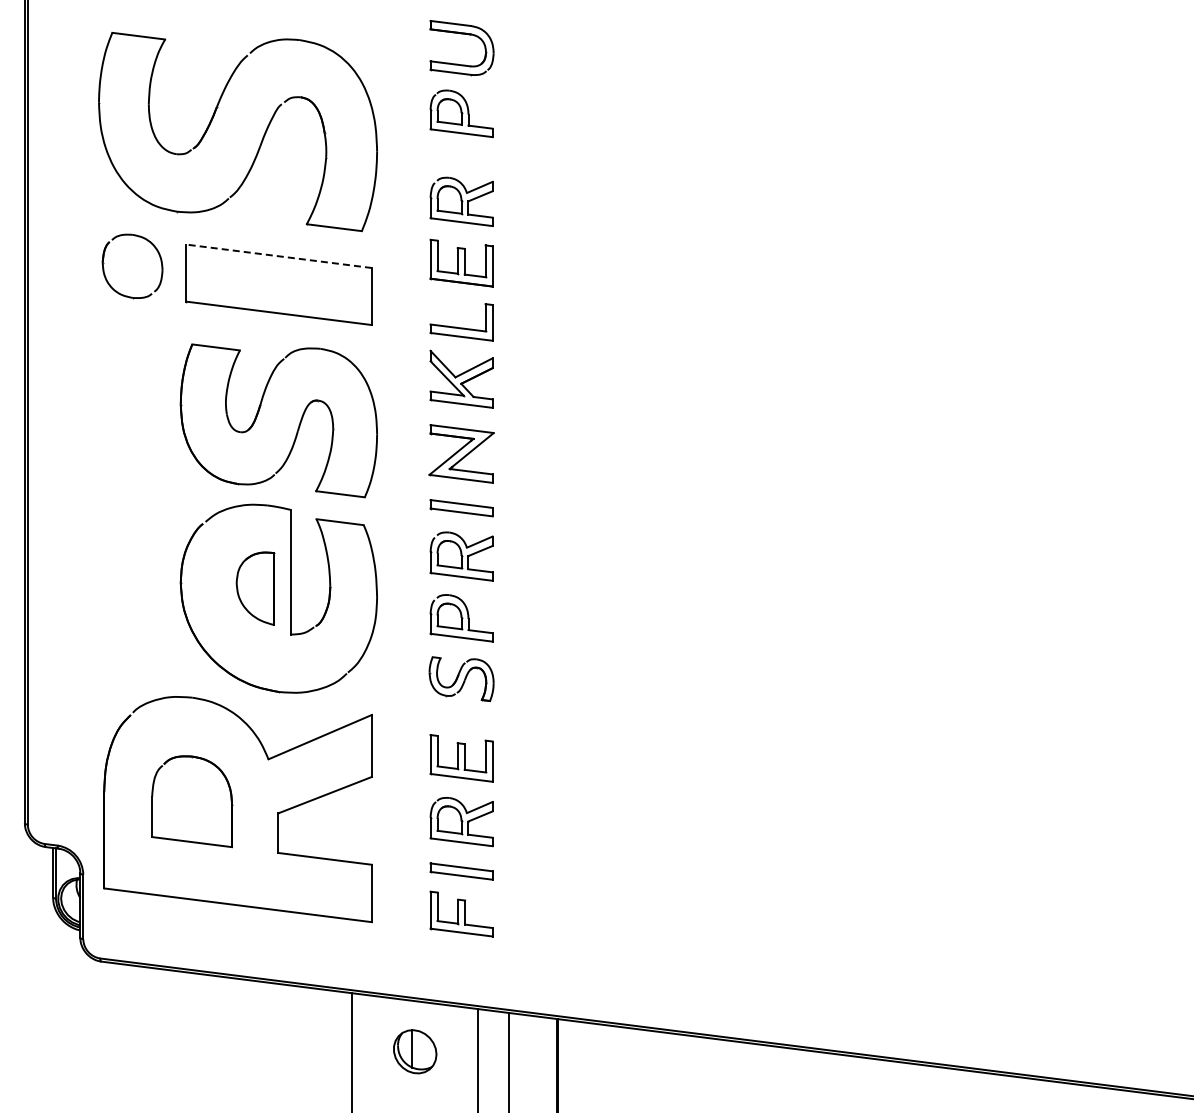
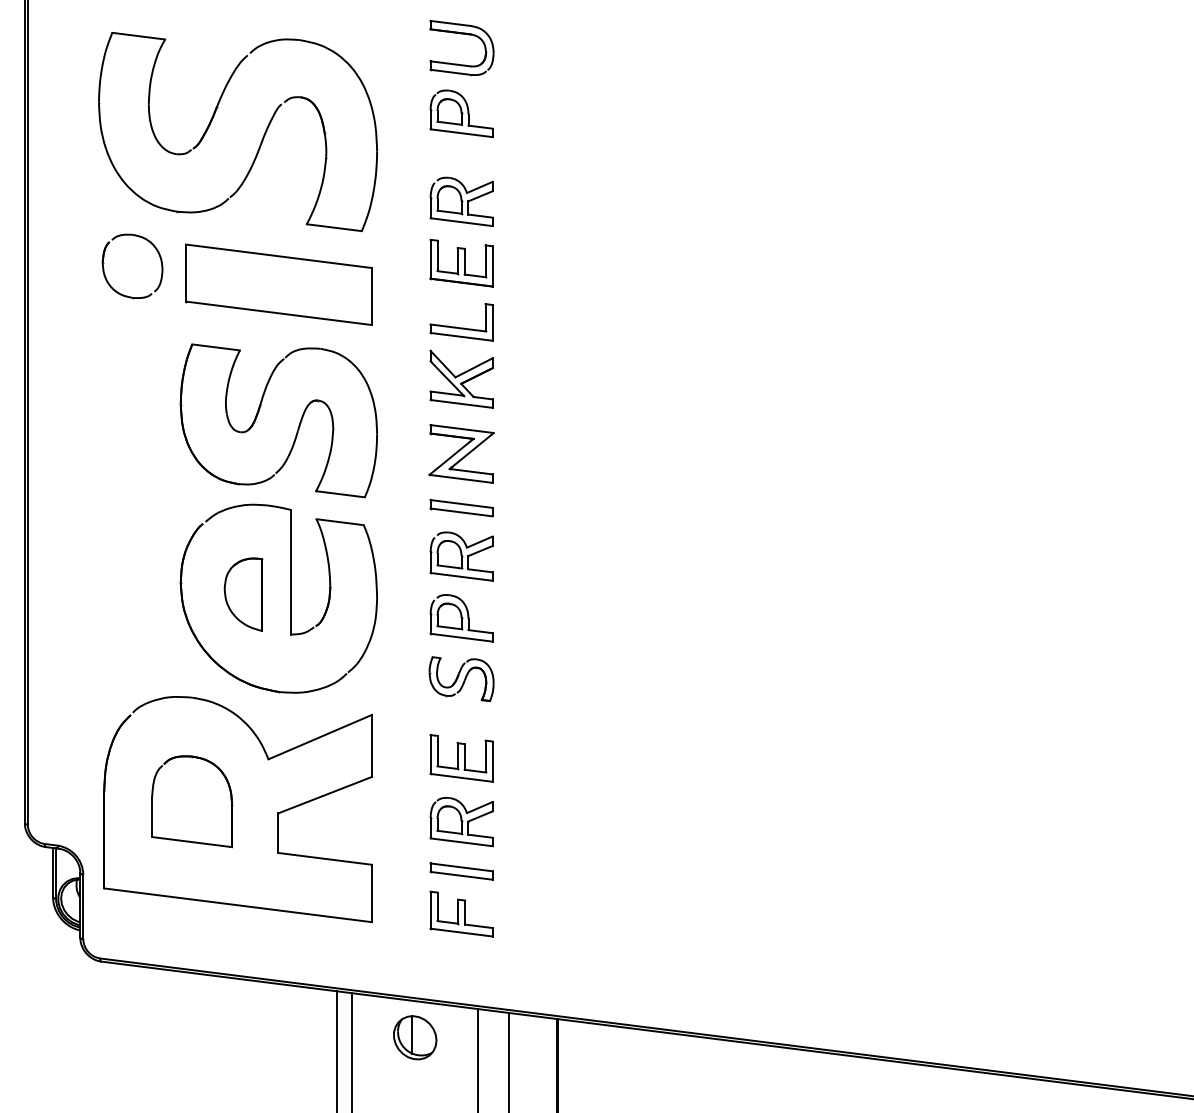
line at (278, 256): dashed -> solid
part at (255, 588) position: (255, 588) -> (243, 594)
line at (336, 1050): none -> present
part at (415, 1051) position: (415, 1051) -> (415, 1037)
